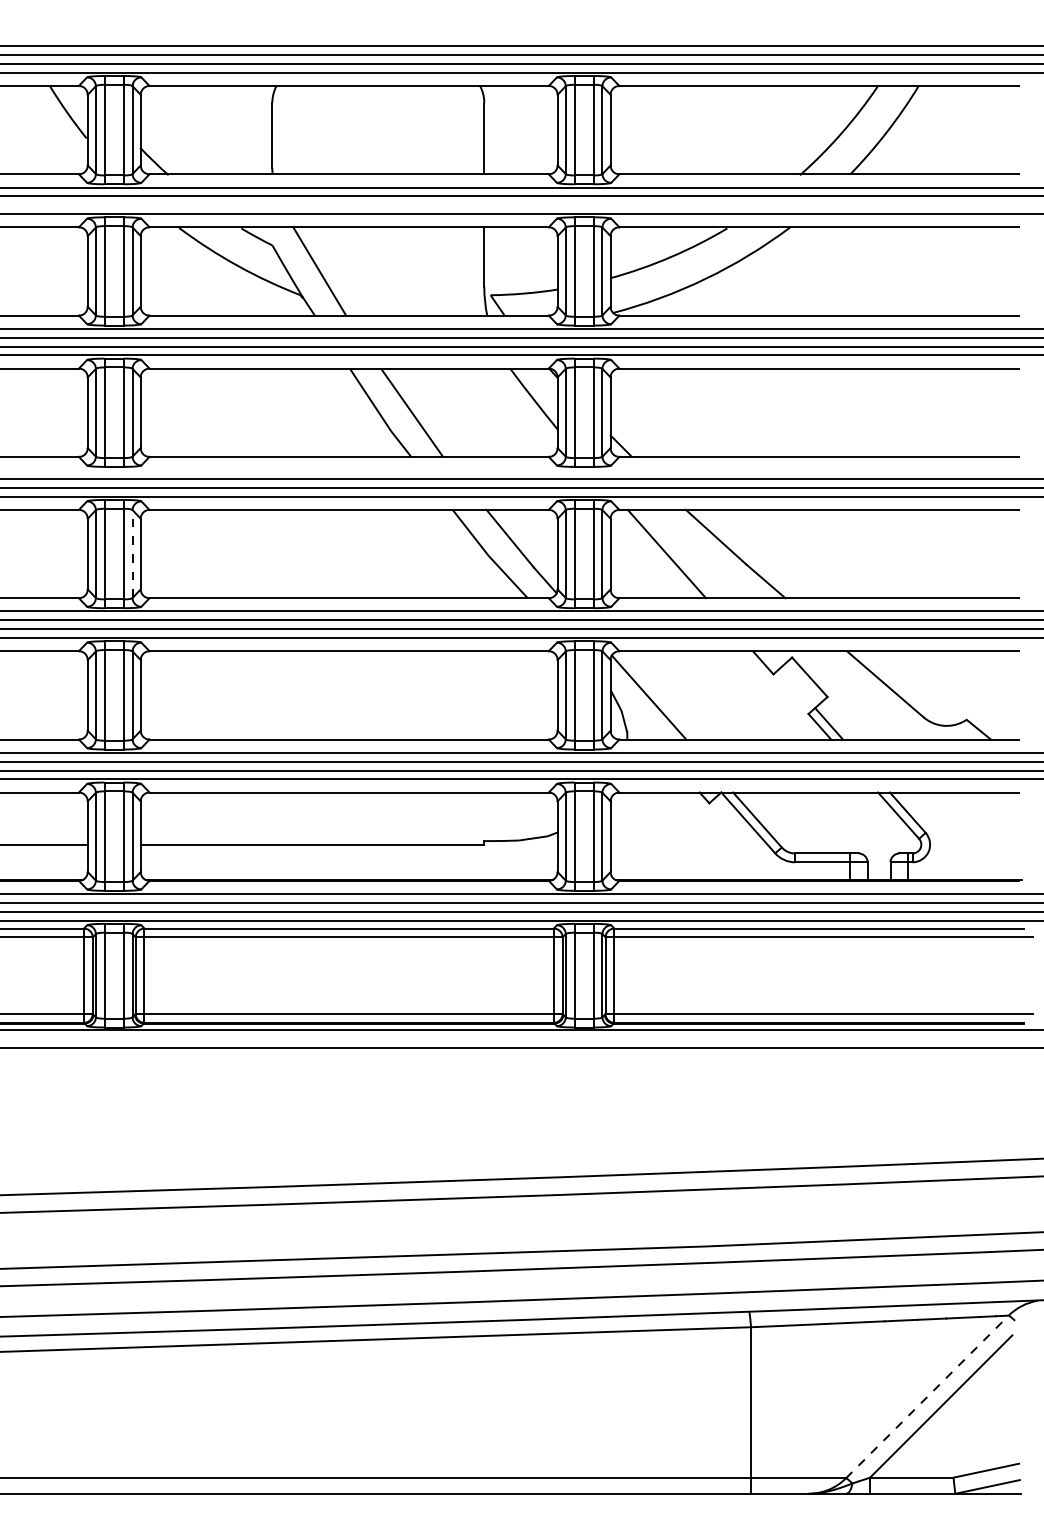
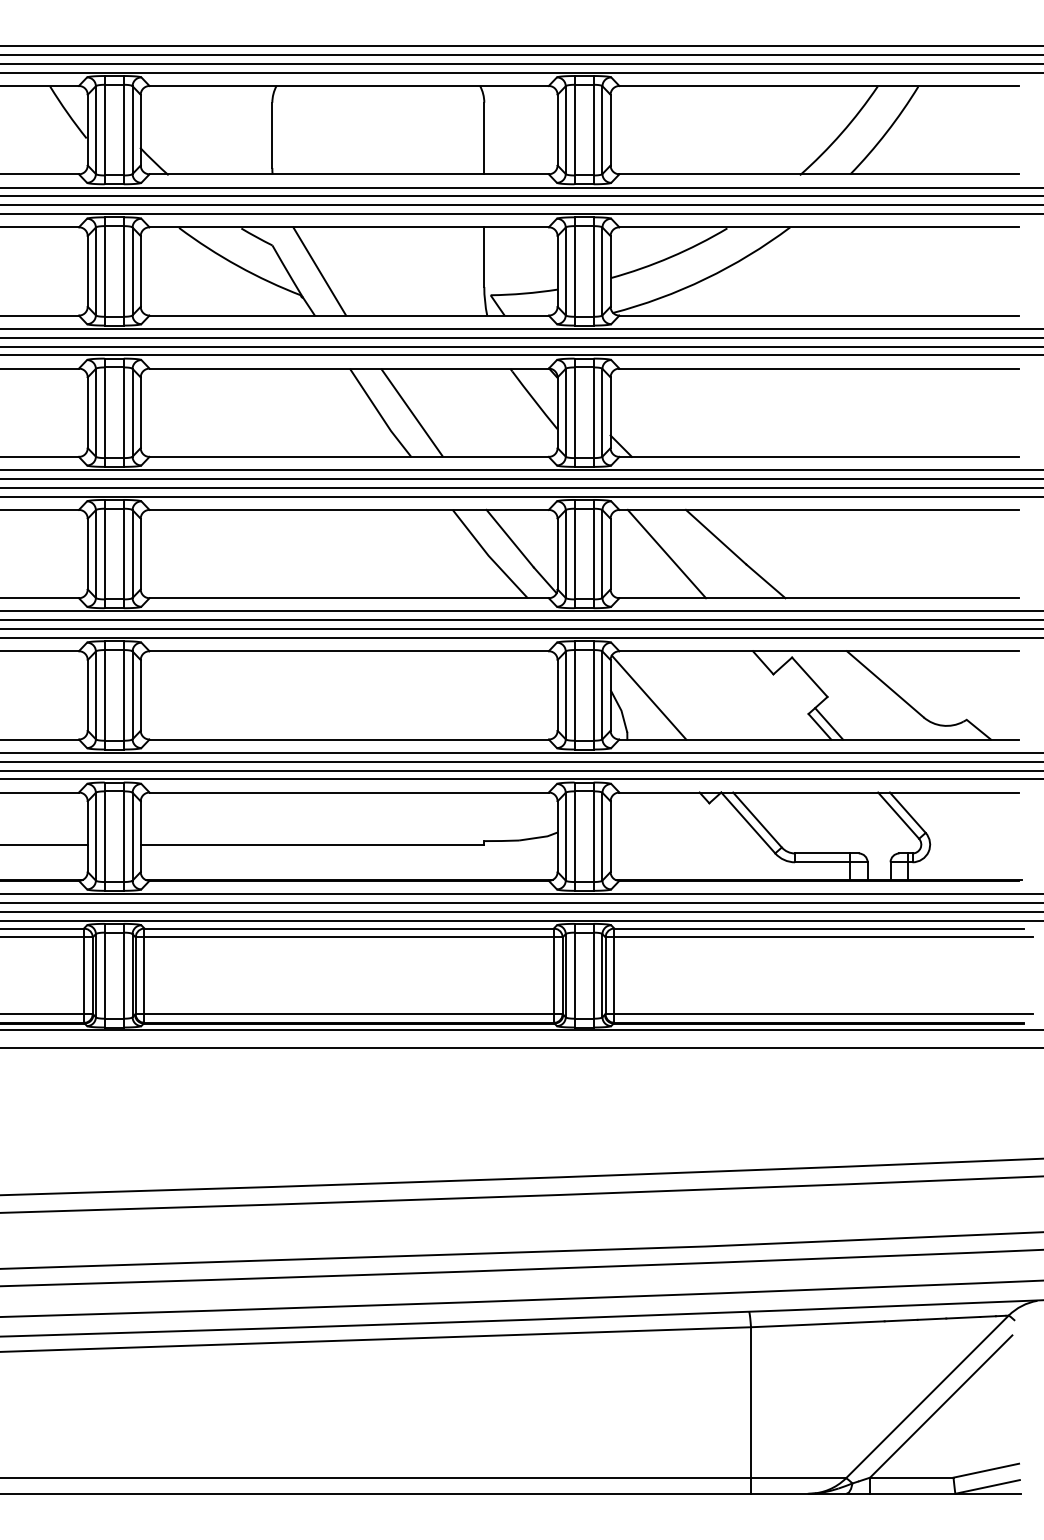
line at (521, 205): none -> present
line at (521, 470): none -> present
line at (132, 554): dashed -> solid
line at (927, 1396): dashed -> solid
